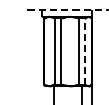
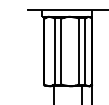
line at (68, 9): dashed -> solid
line at (84, 51): dashed -> solid
